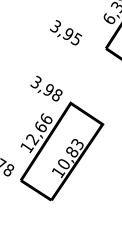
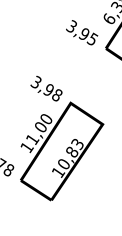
text at (66, 32) position: (66, 32) -> (82, 32)
text at (39, 129): 12,66 -> 11,00
